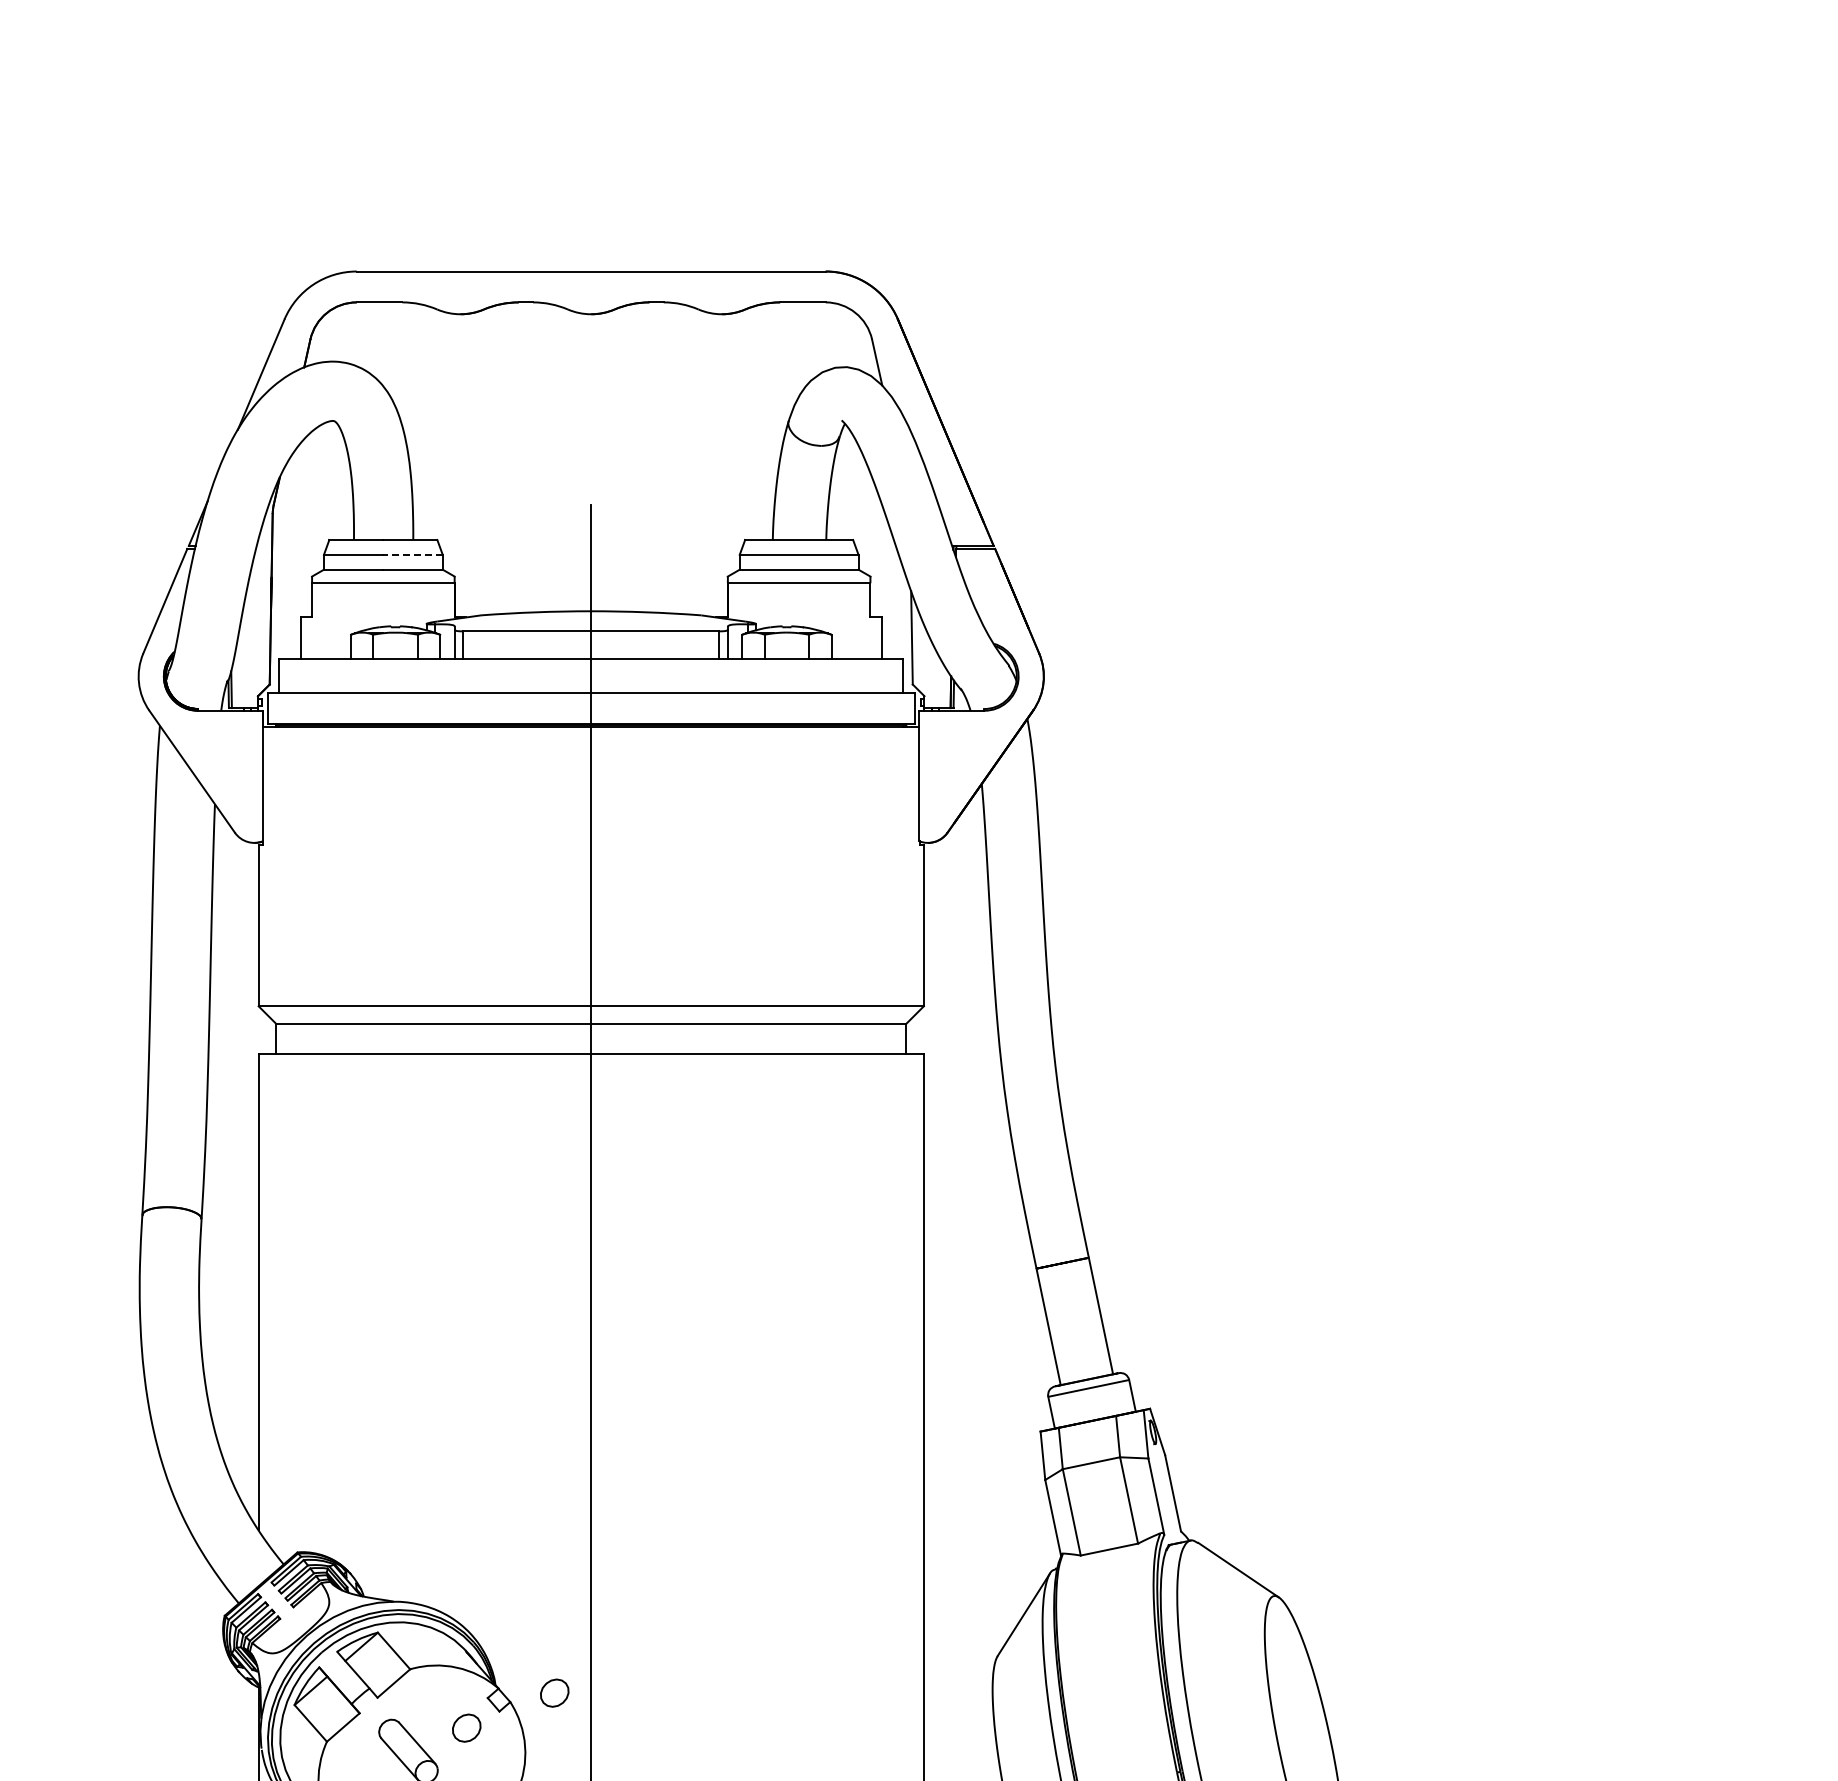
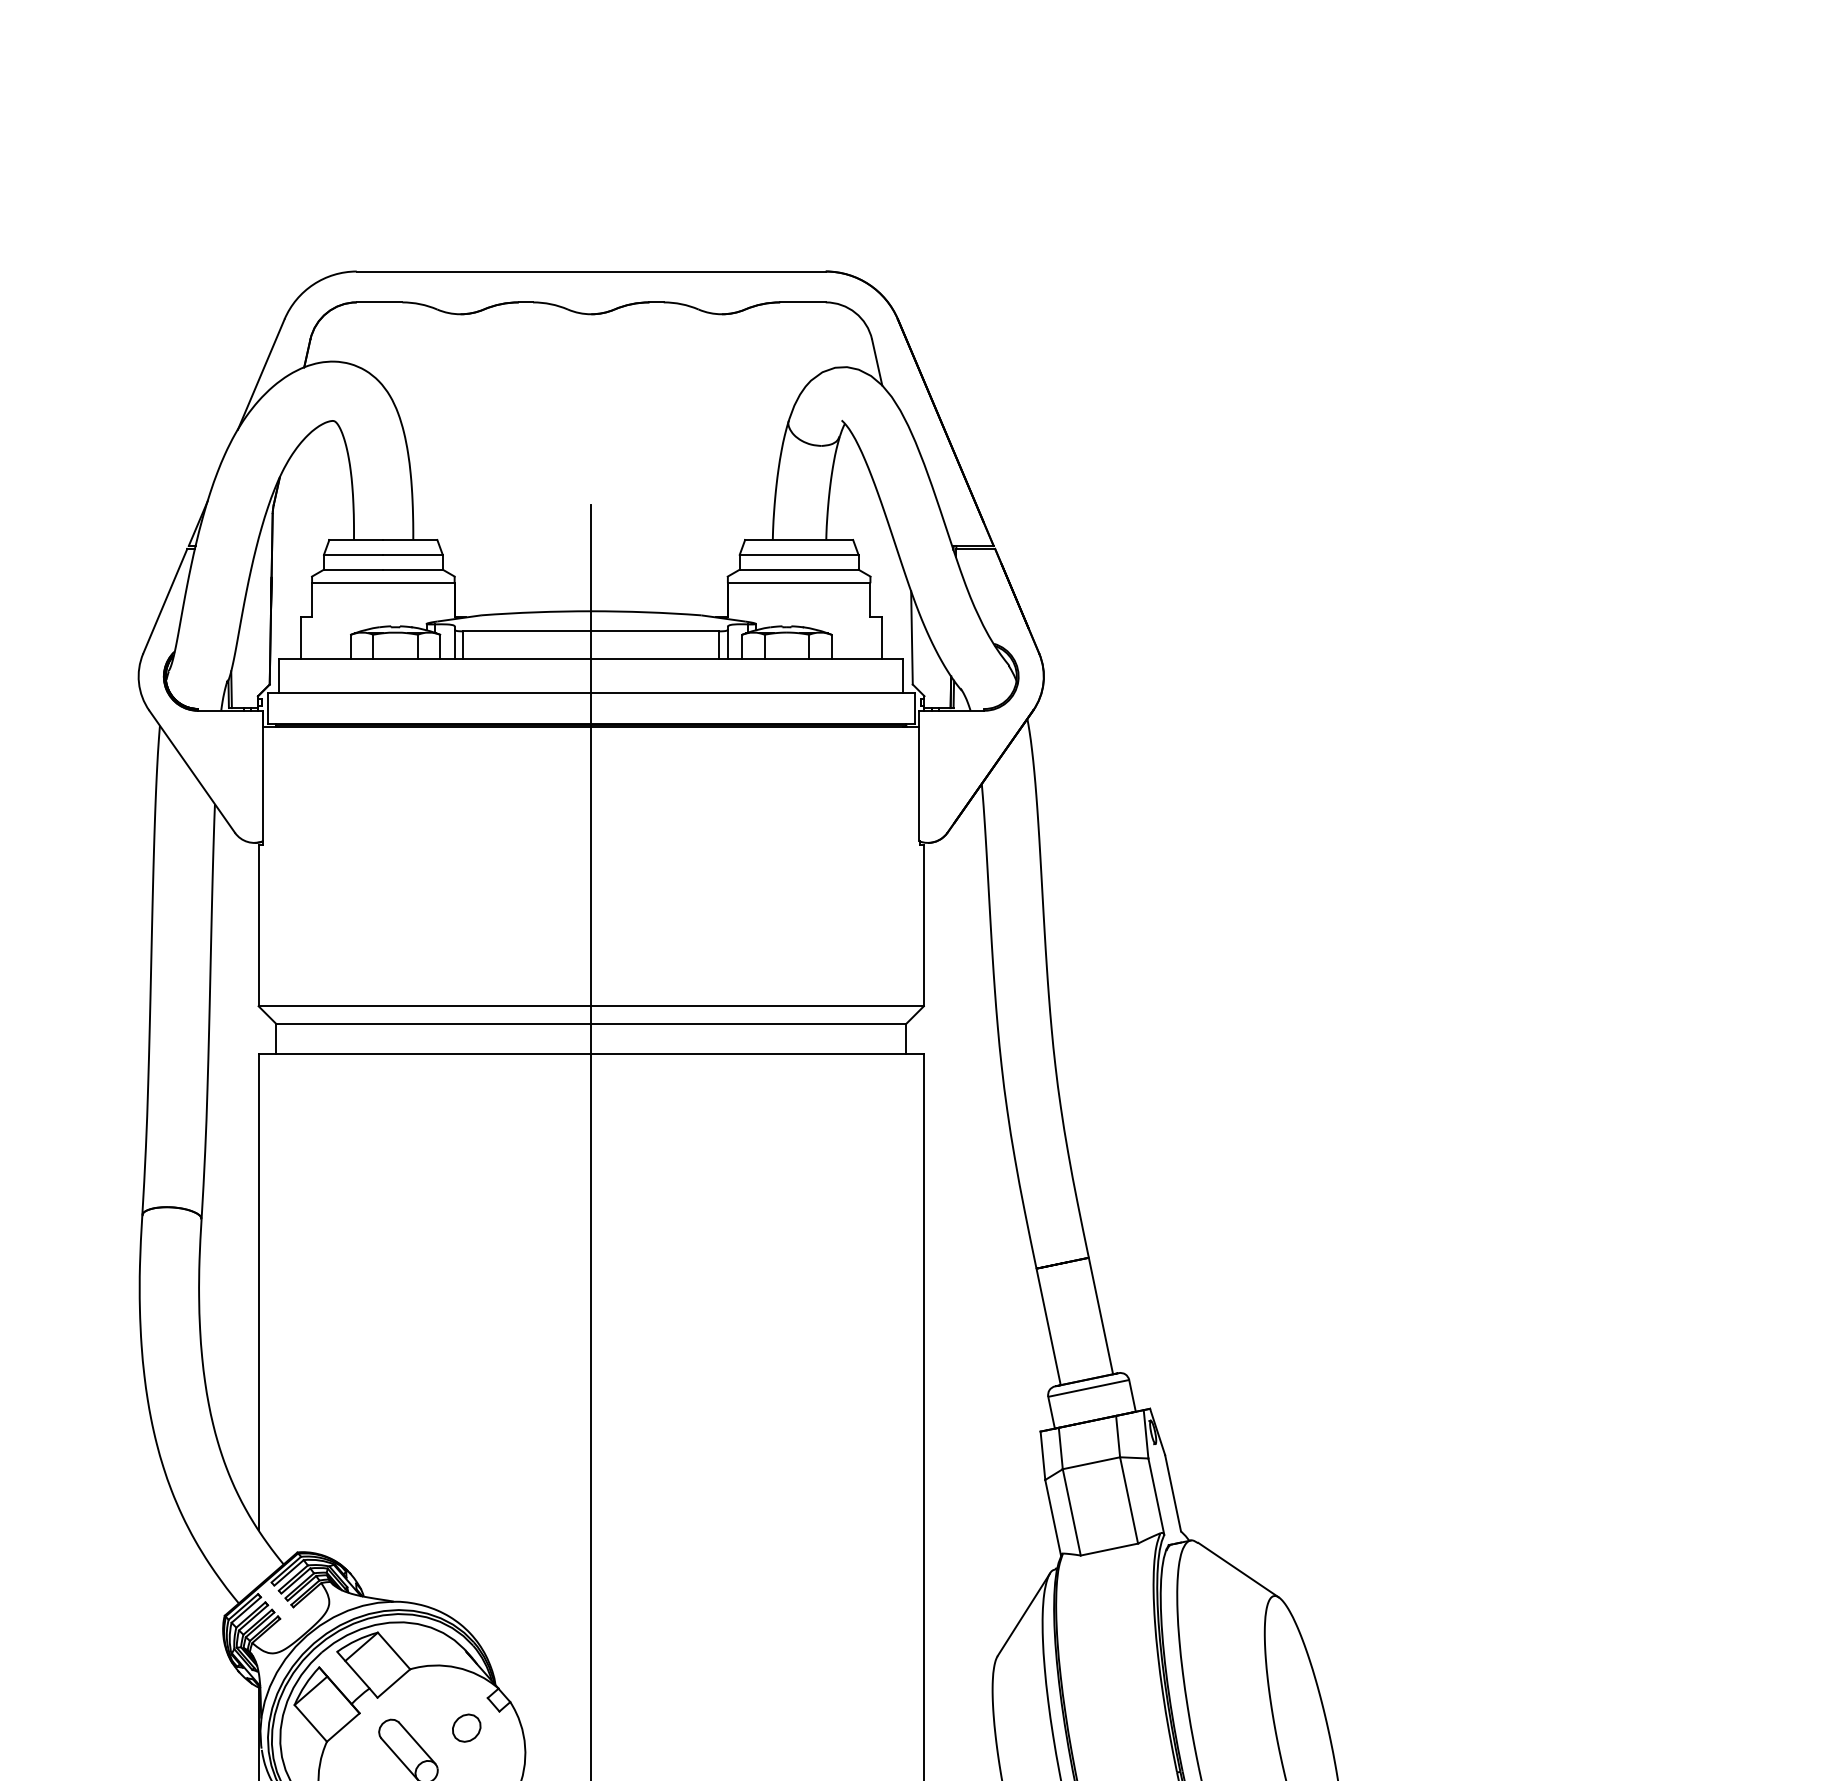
line at (413, 554): dashed -> solid
part at (554, 1692): present -> none
